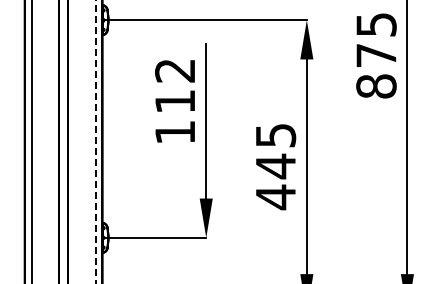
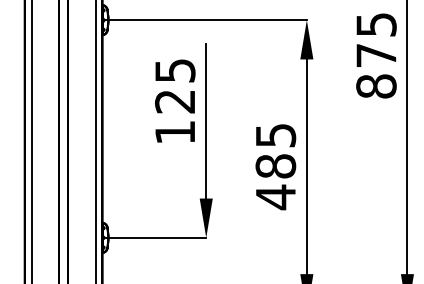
text at (175, 86): 112 -> 125
line at (95, 142): dashed -> solid
text at (275, 166): 445 -> 485
